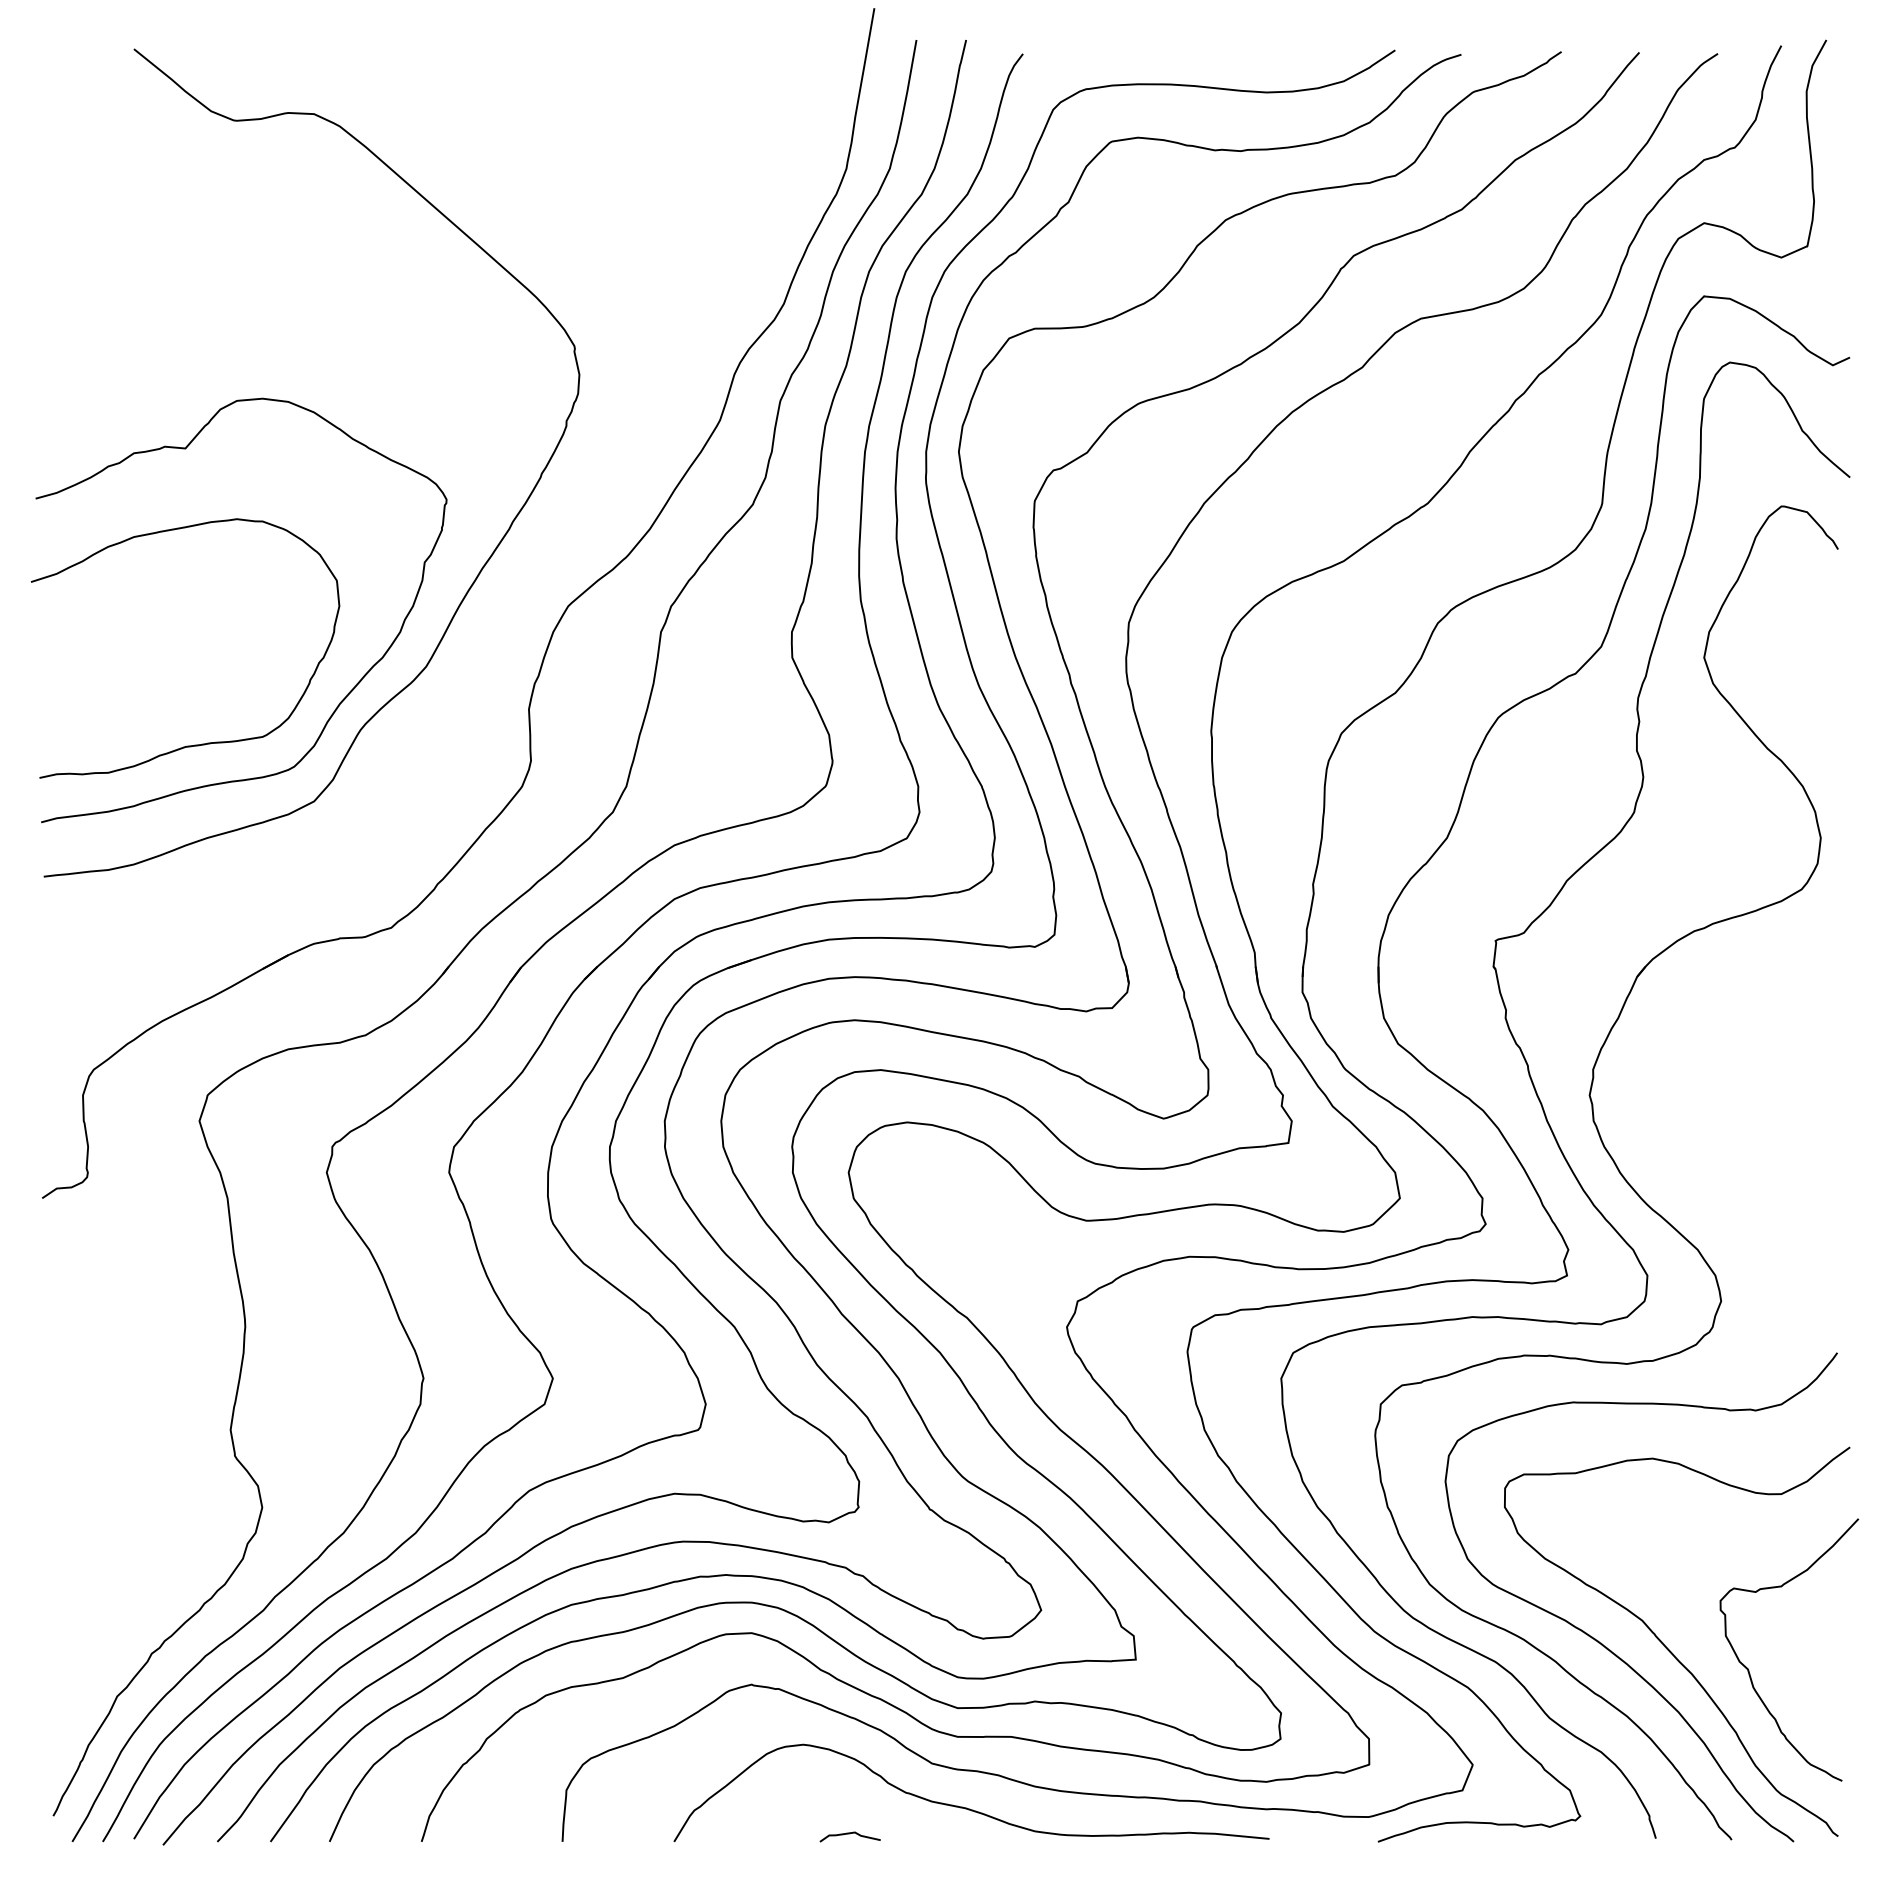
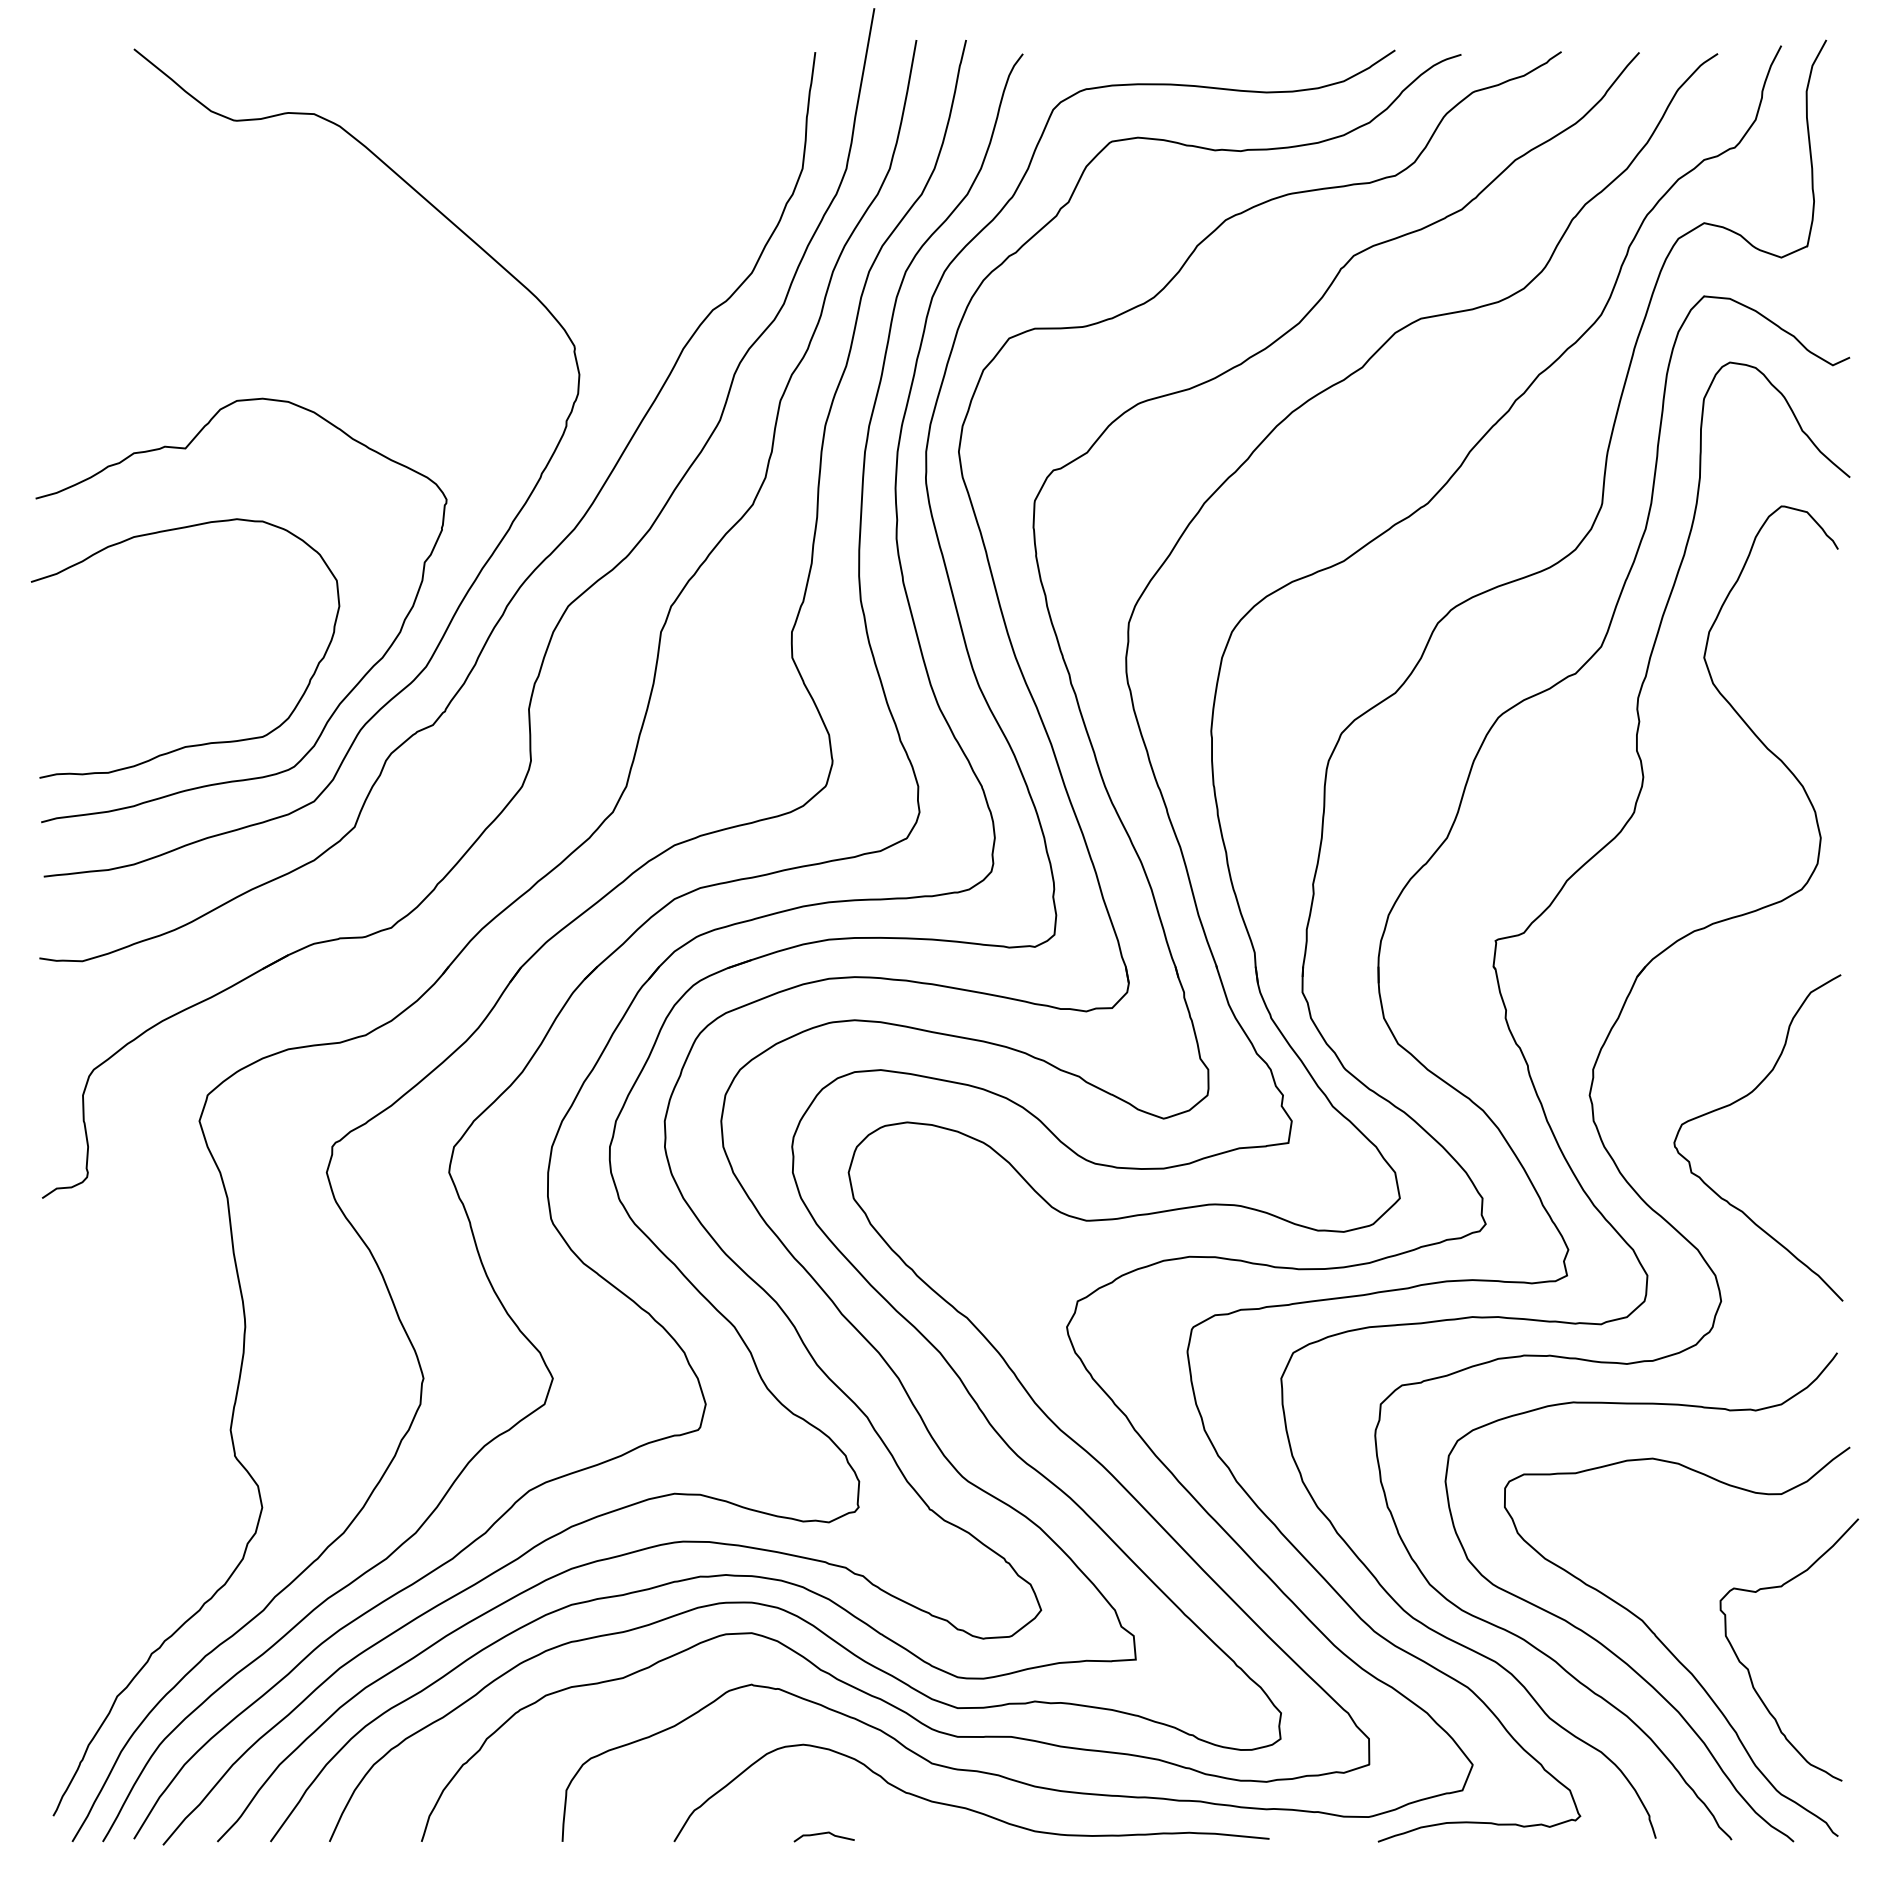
curve at (521, 583): none -> present
curve at (1740, 1100): none -> present
curve at (849, 1834) position: (849, 1834) -> (823, 1834)
